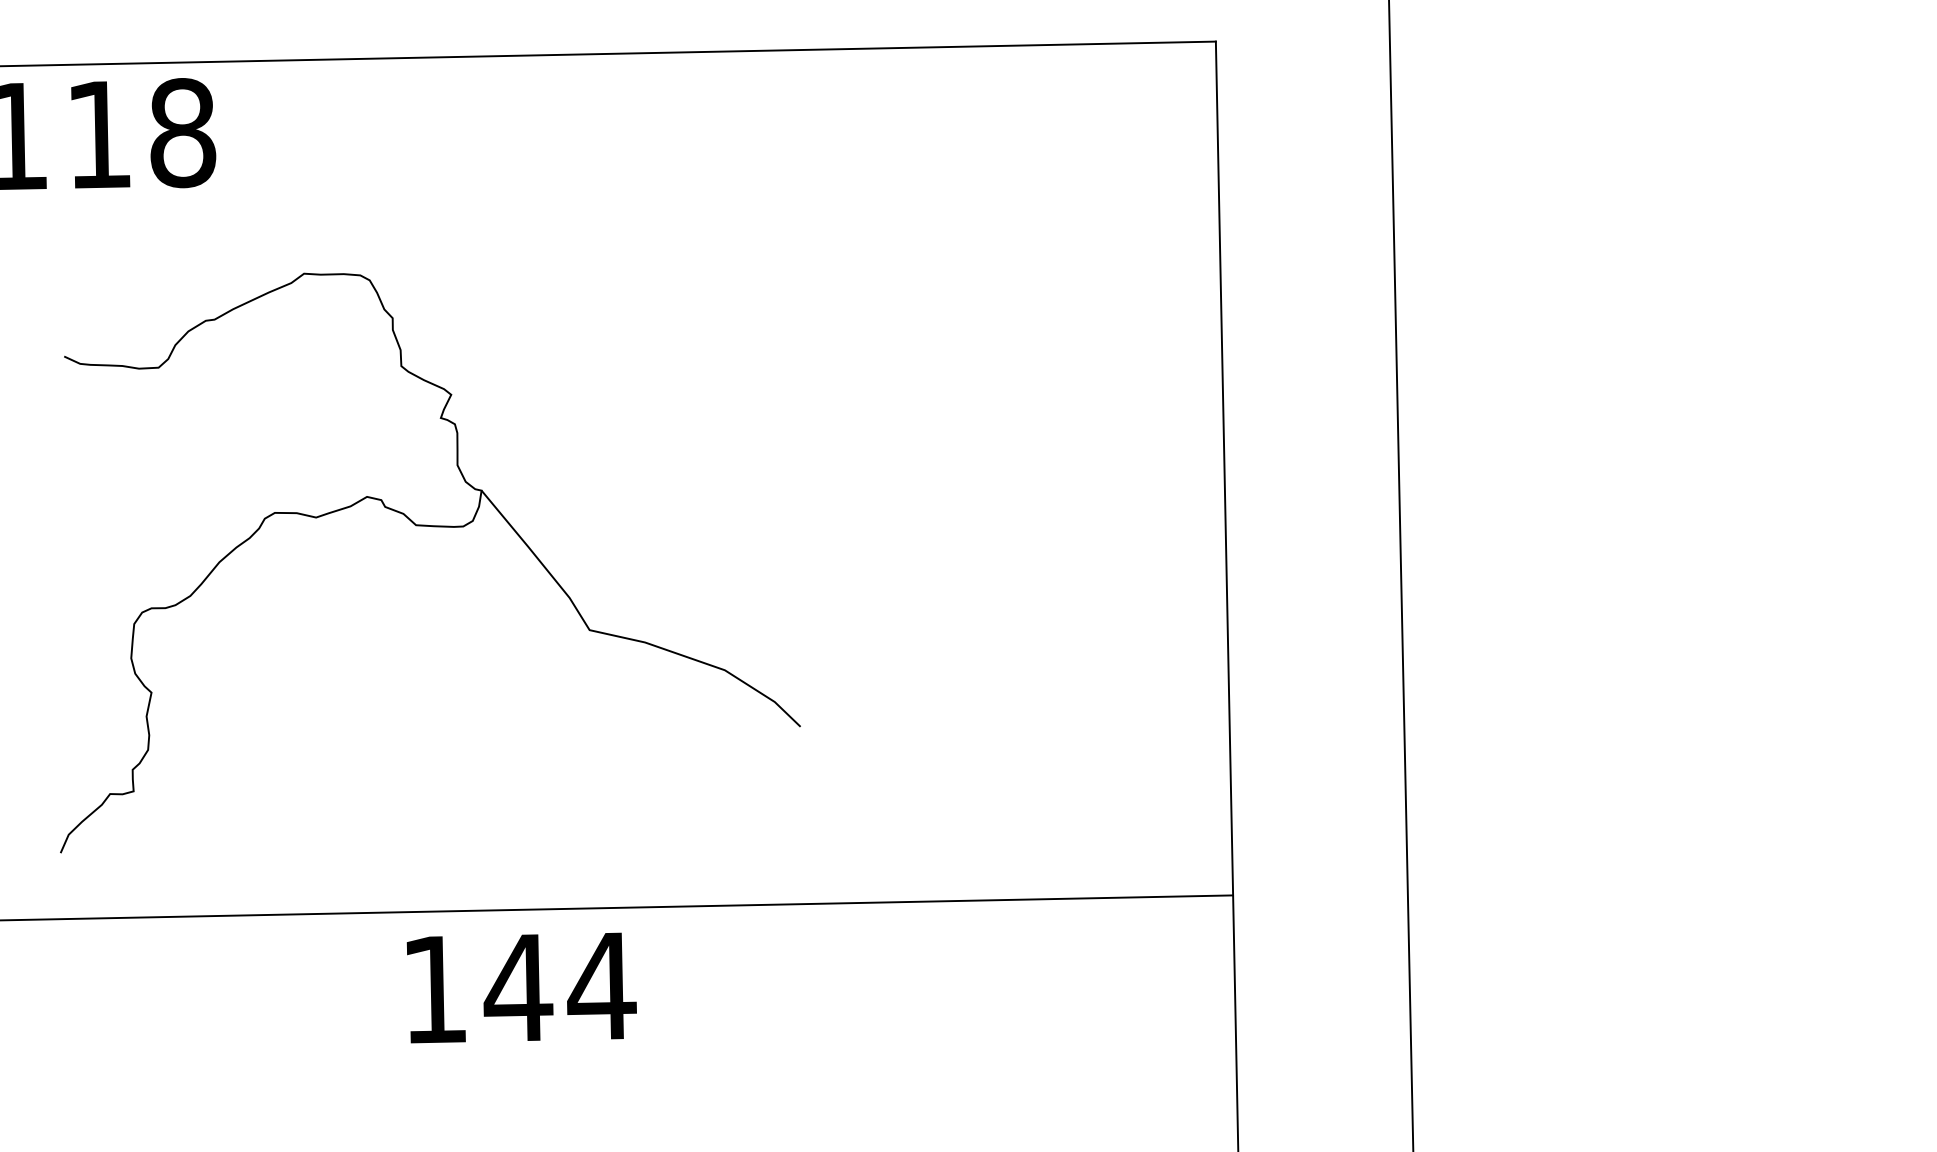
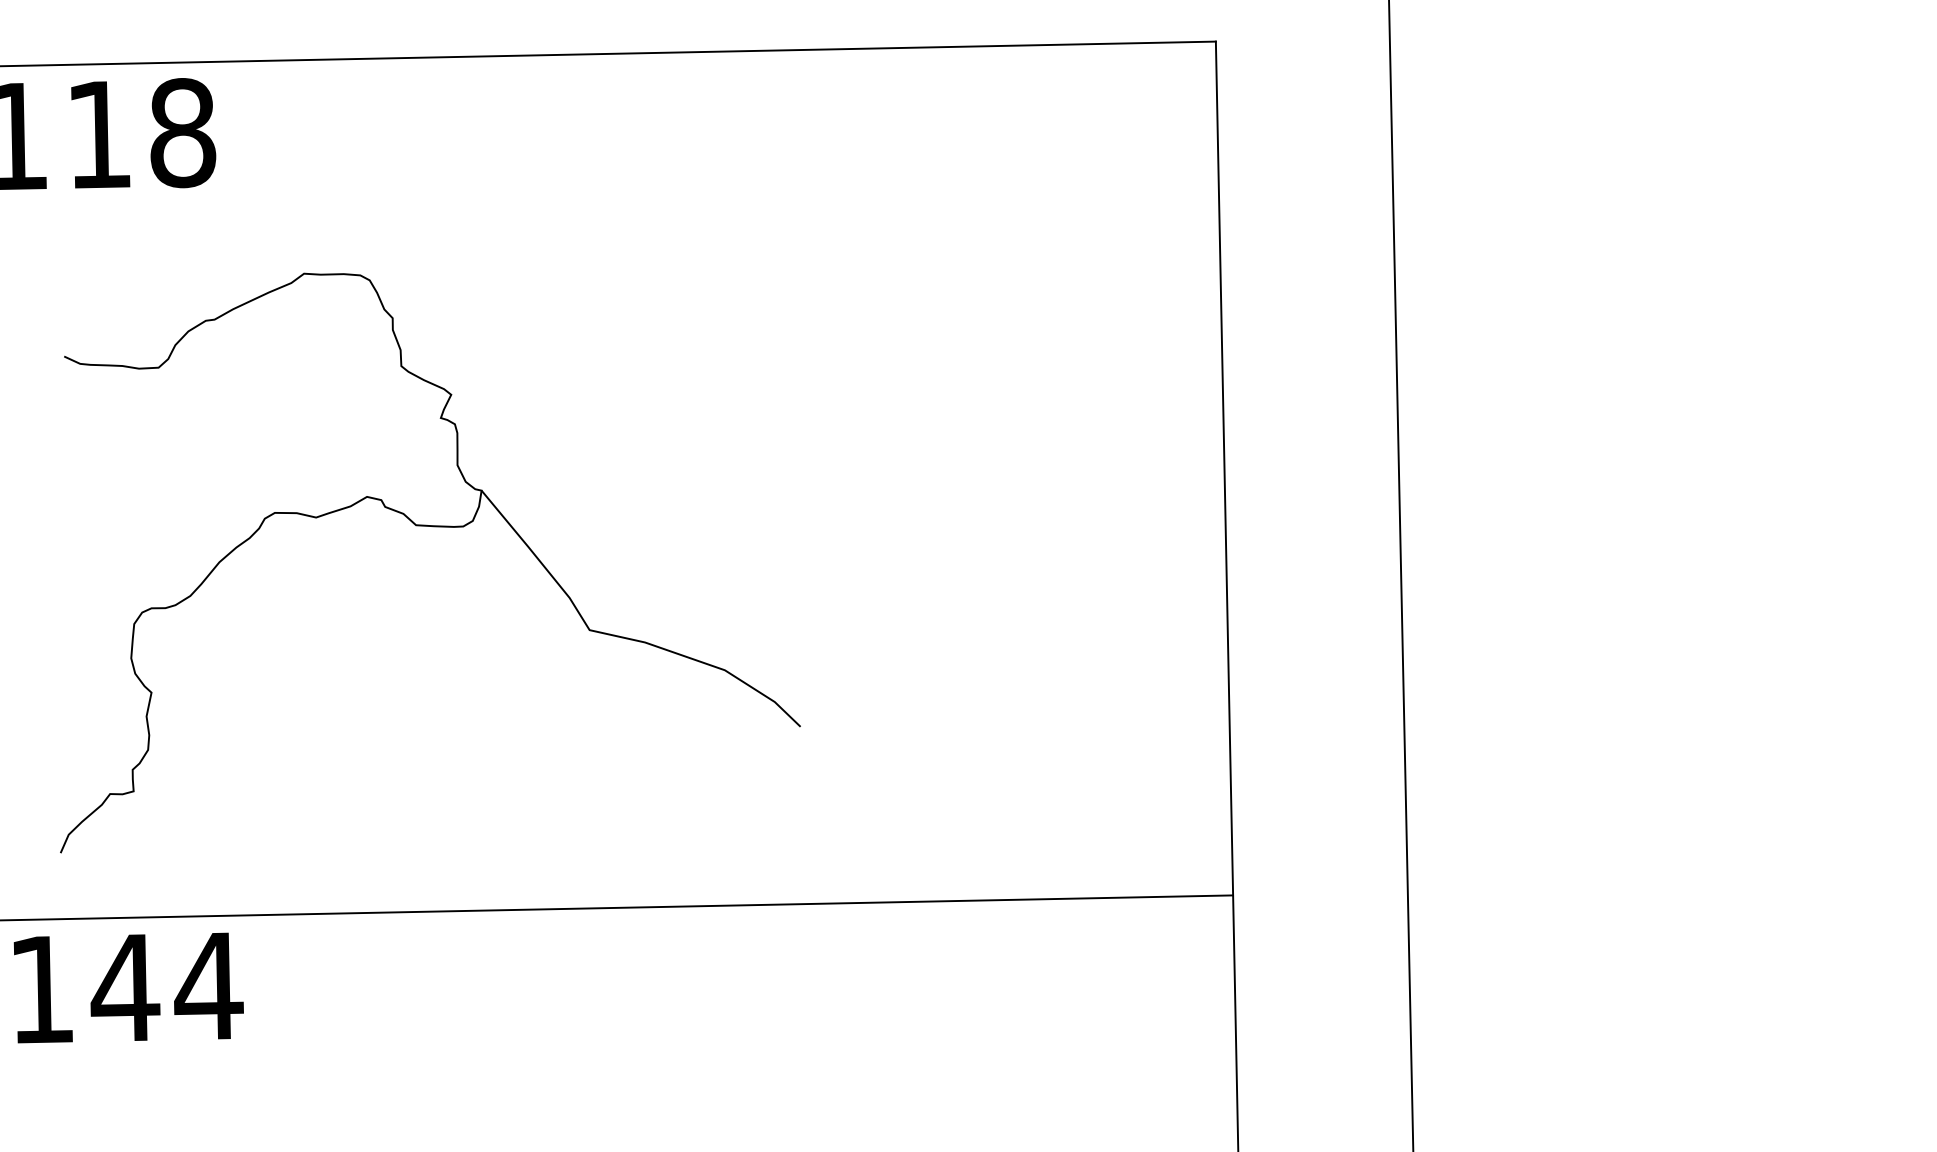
text at (521, 987) position: (521, 987) -> (128, 987)
